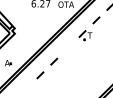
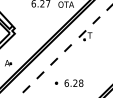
line at (67, 48): none -> present
part at (69, 82): none -> present
line at (26, 89): none -> present
